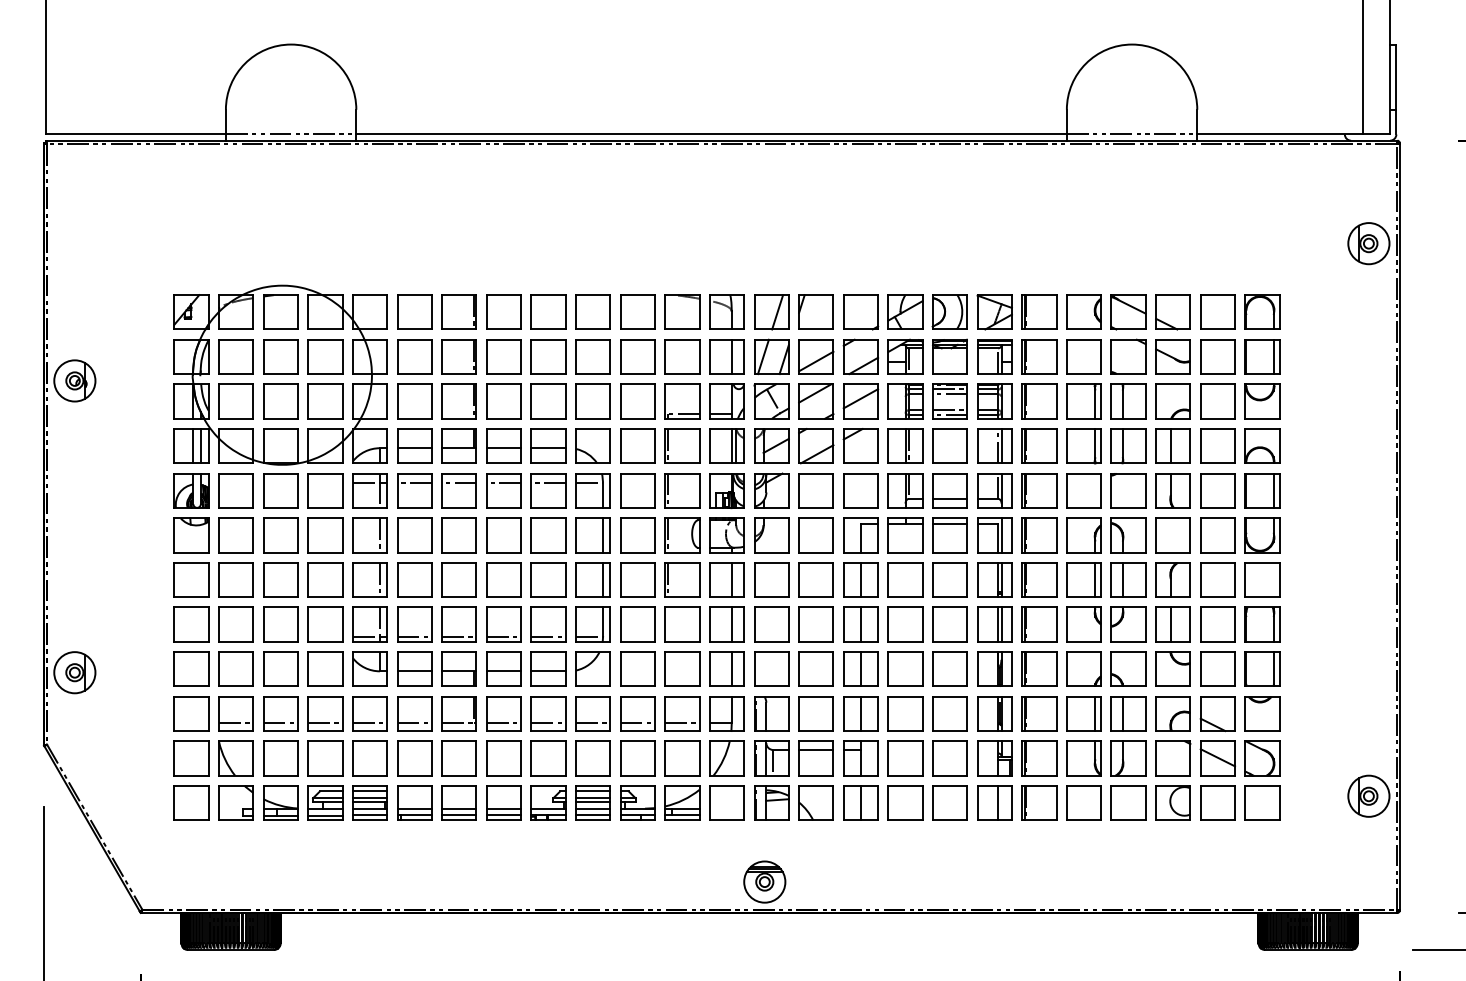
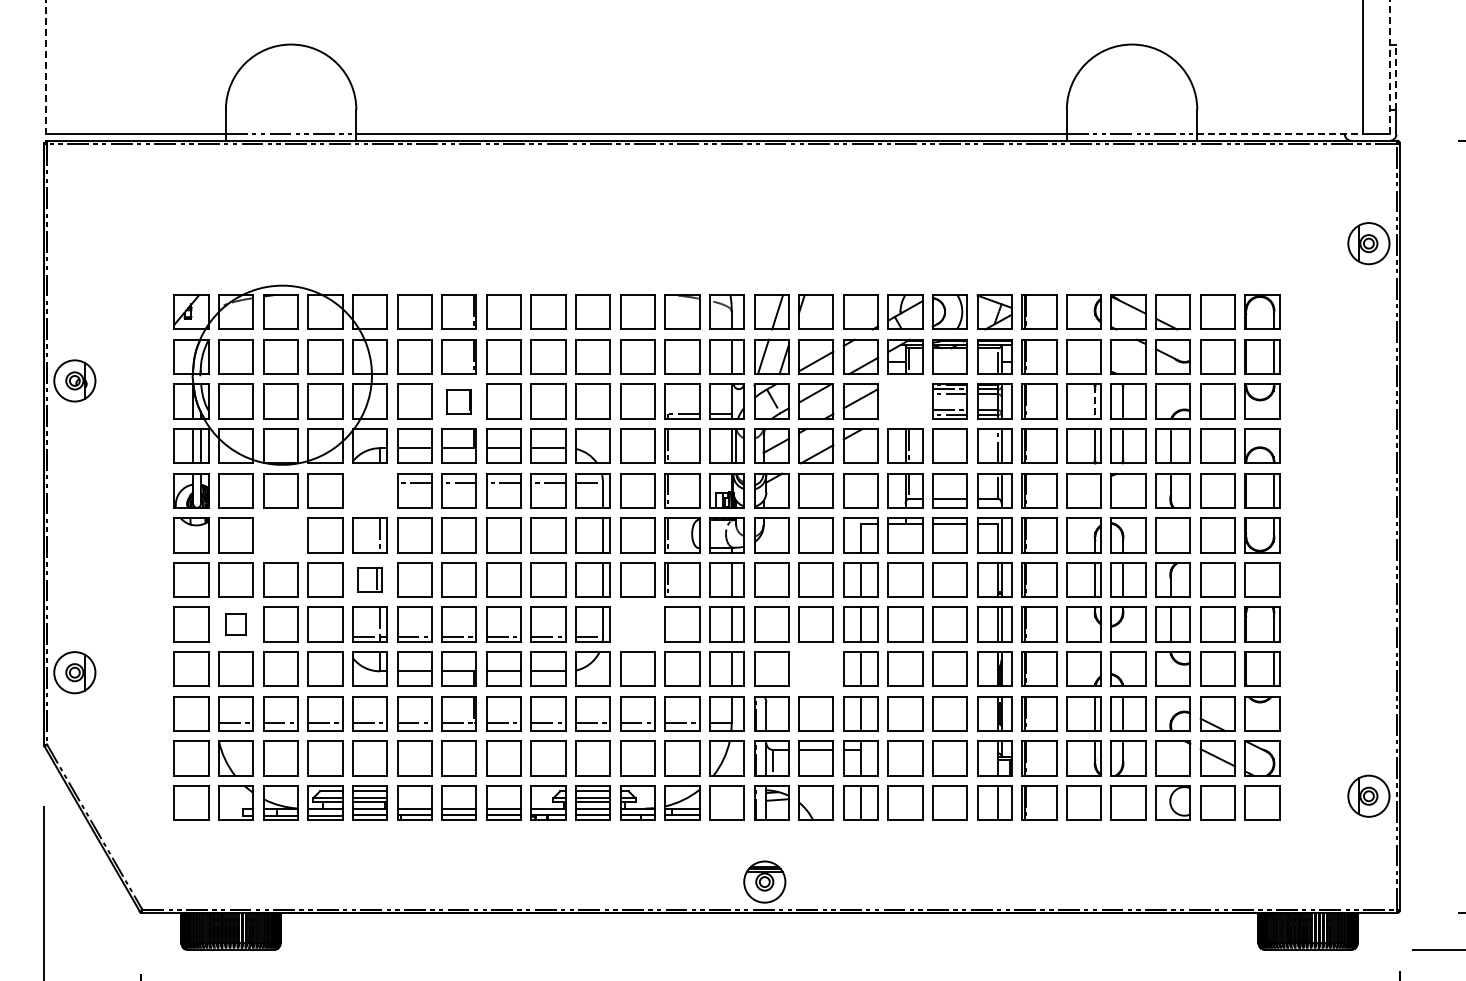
line at (46, 67): solid -> dashed
line at (1390, 67): solid -> dashed
line at (1396, 77): solid -> dashed
line at (1280, 134): solid -> dashed
part at (458, 401) size: 36x37 px -> 26x26 px
part at (905, 401): present -> none
line at (1095, 402): solid -> dashed
part at (369, 490): present -> none
part at (280, 535): present -> none
part at (369, 579) size: 36x36 px -> 26x26 px
part at (235, 624) size: 36x37 px -> 22x23 px
part at (637, 624): present -> none
part at (815, 668): present -> none
